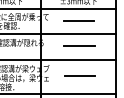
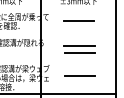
line at (58, 8): present -> none
line at (58, 34): present -> none
line at (79, 52): none -> present
line at (58, 59): present -> none
